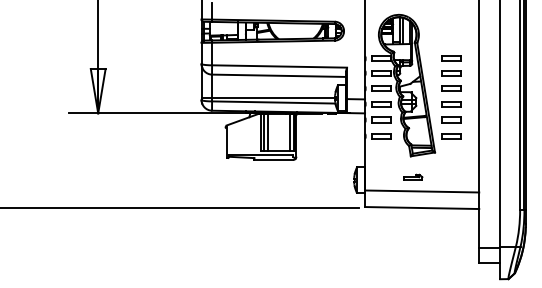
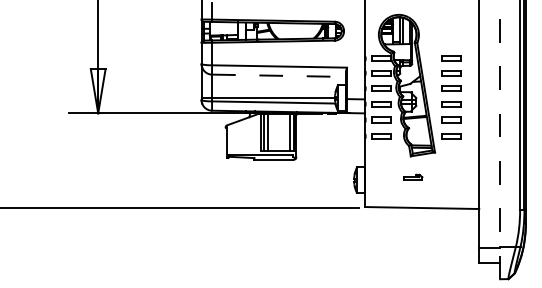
line at (279, 75): solid -> dashed
line at (500, 139): solid -> dashed
line at (422, 191): present -> none
